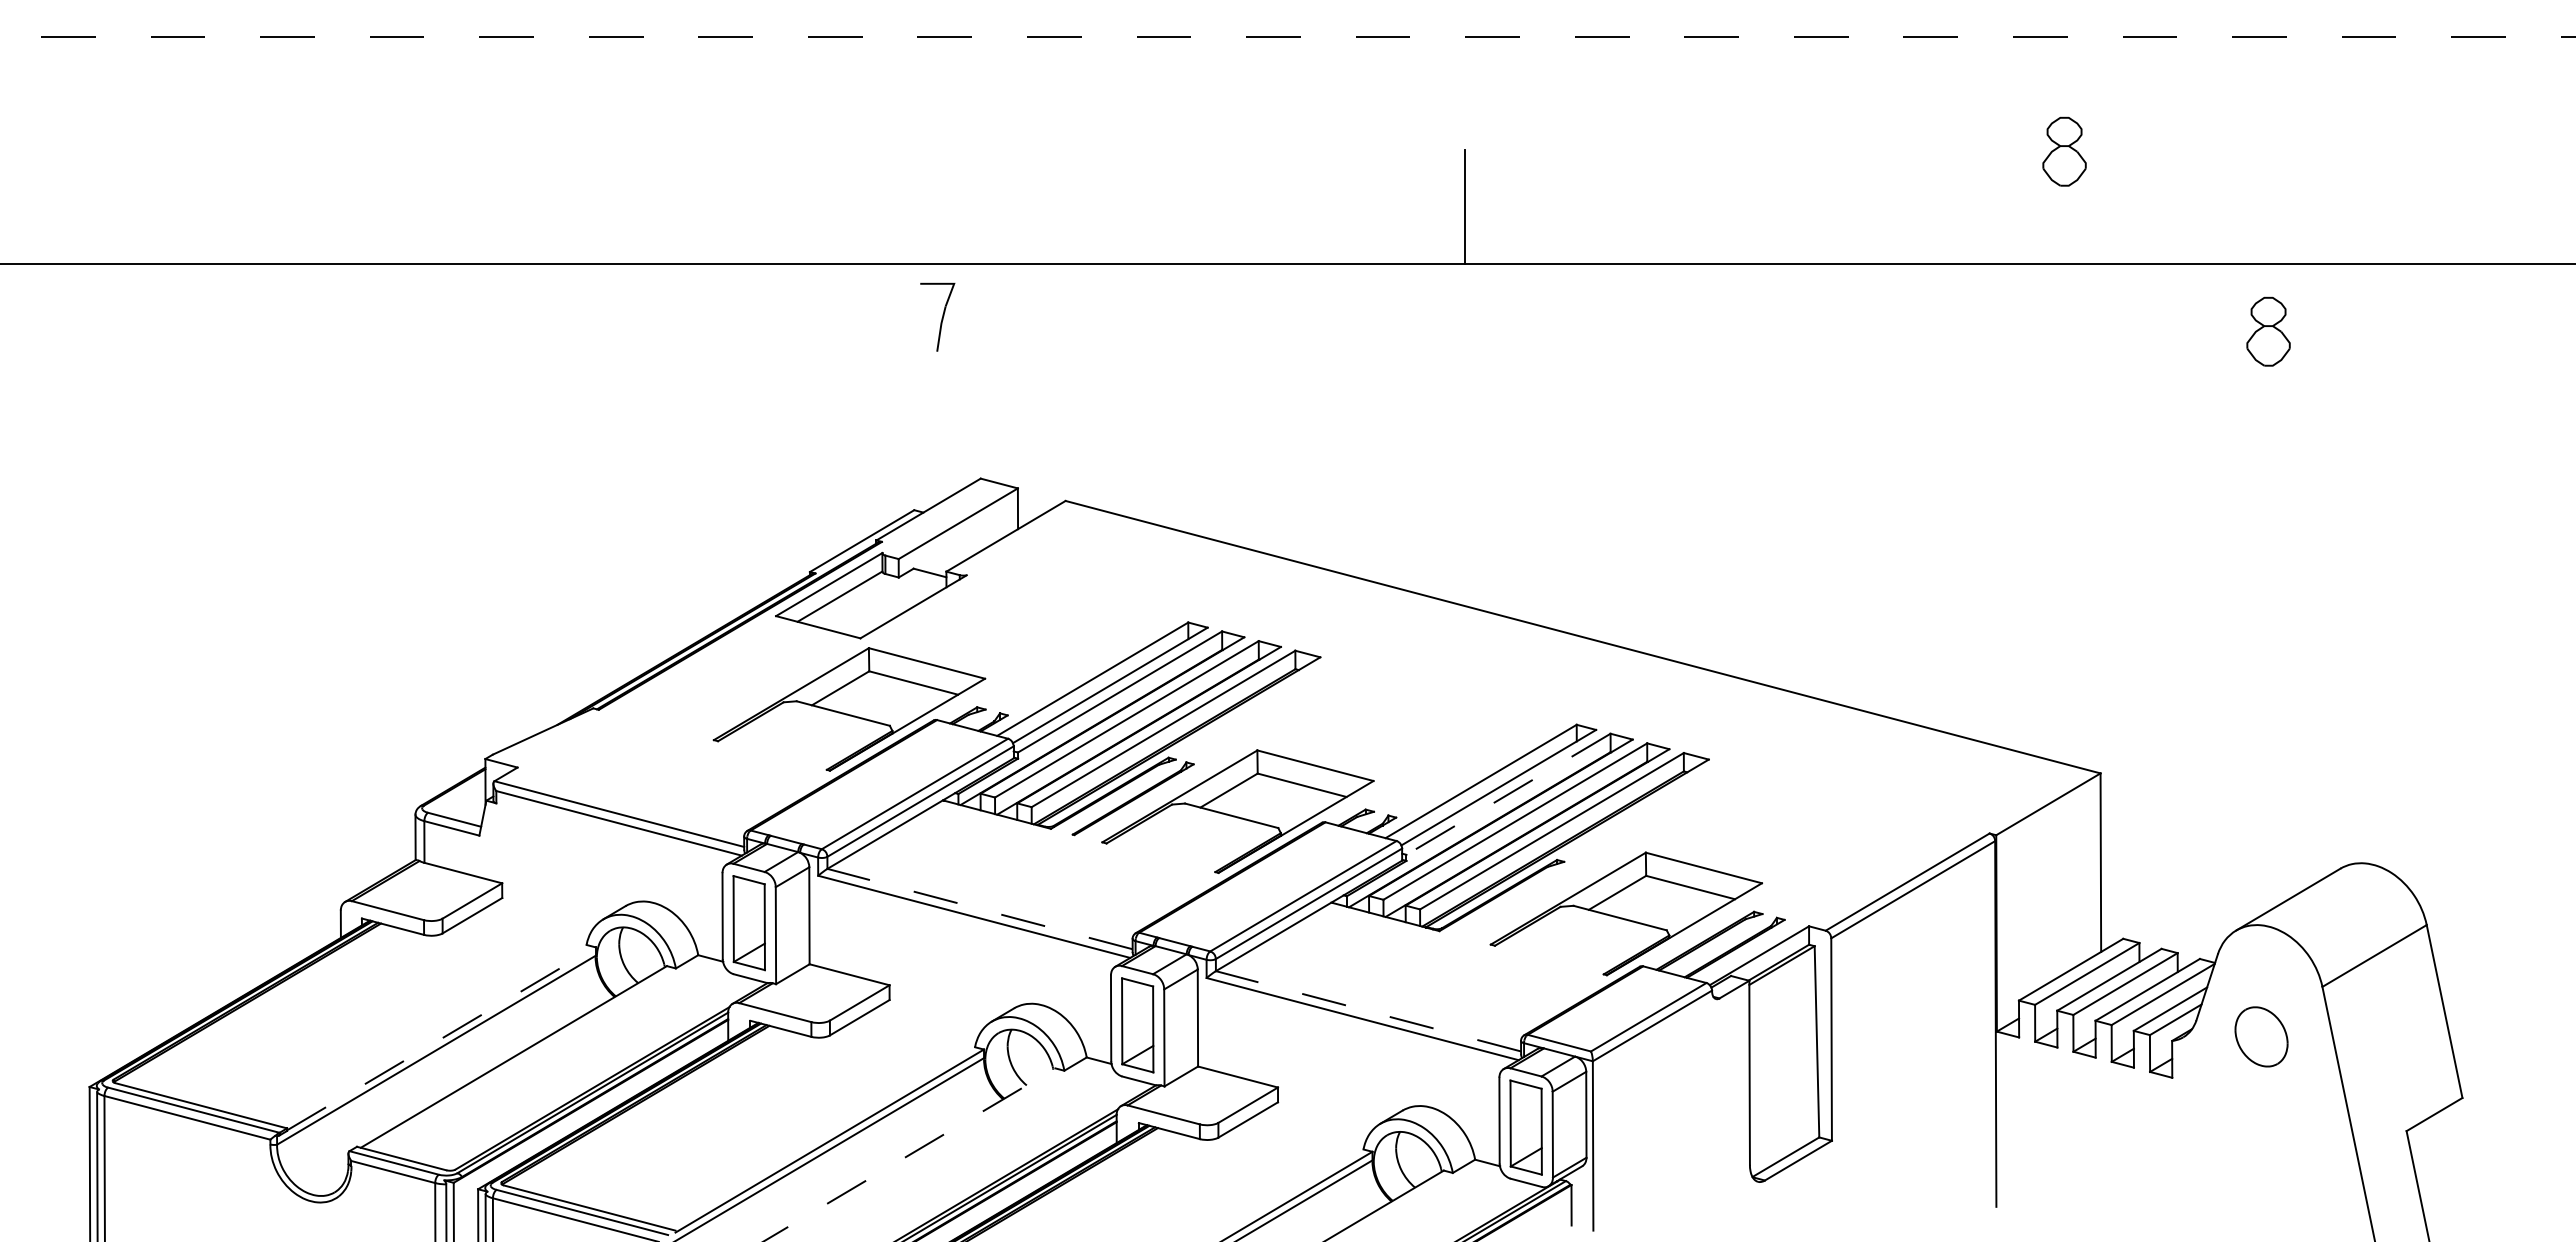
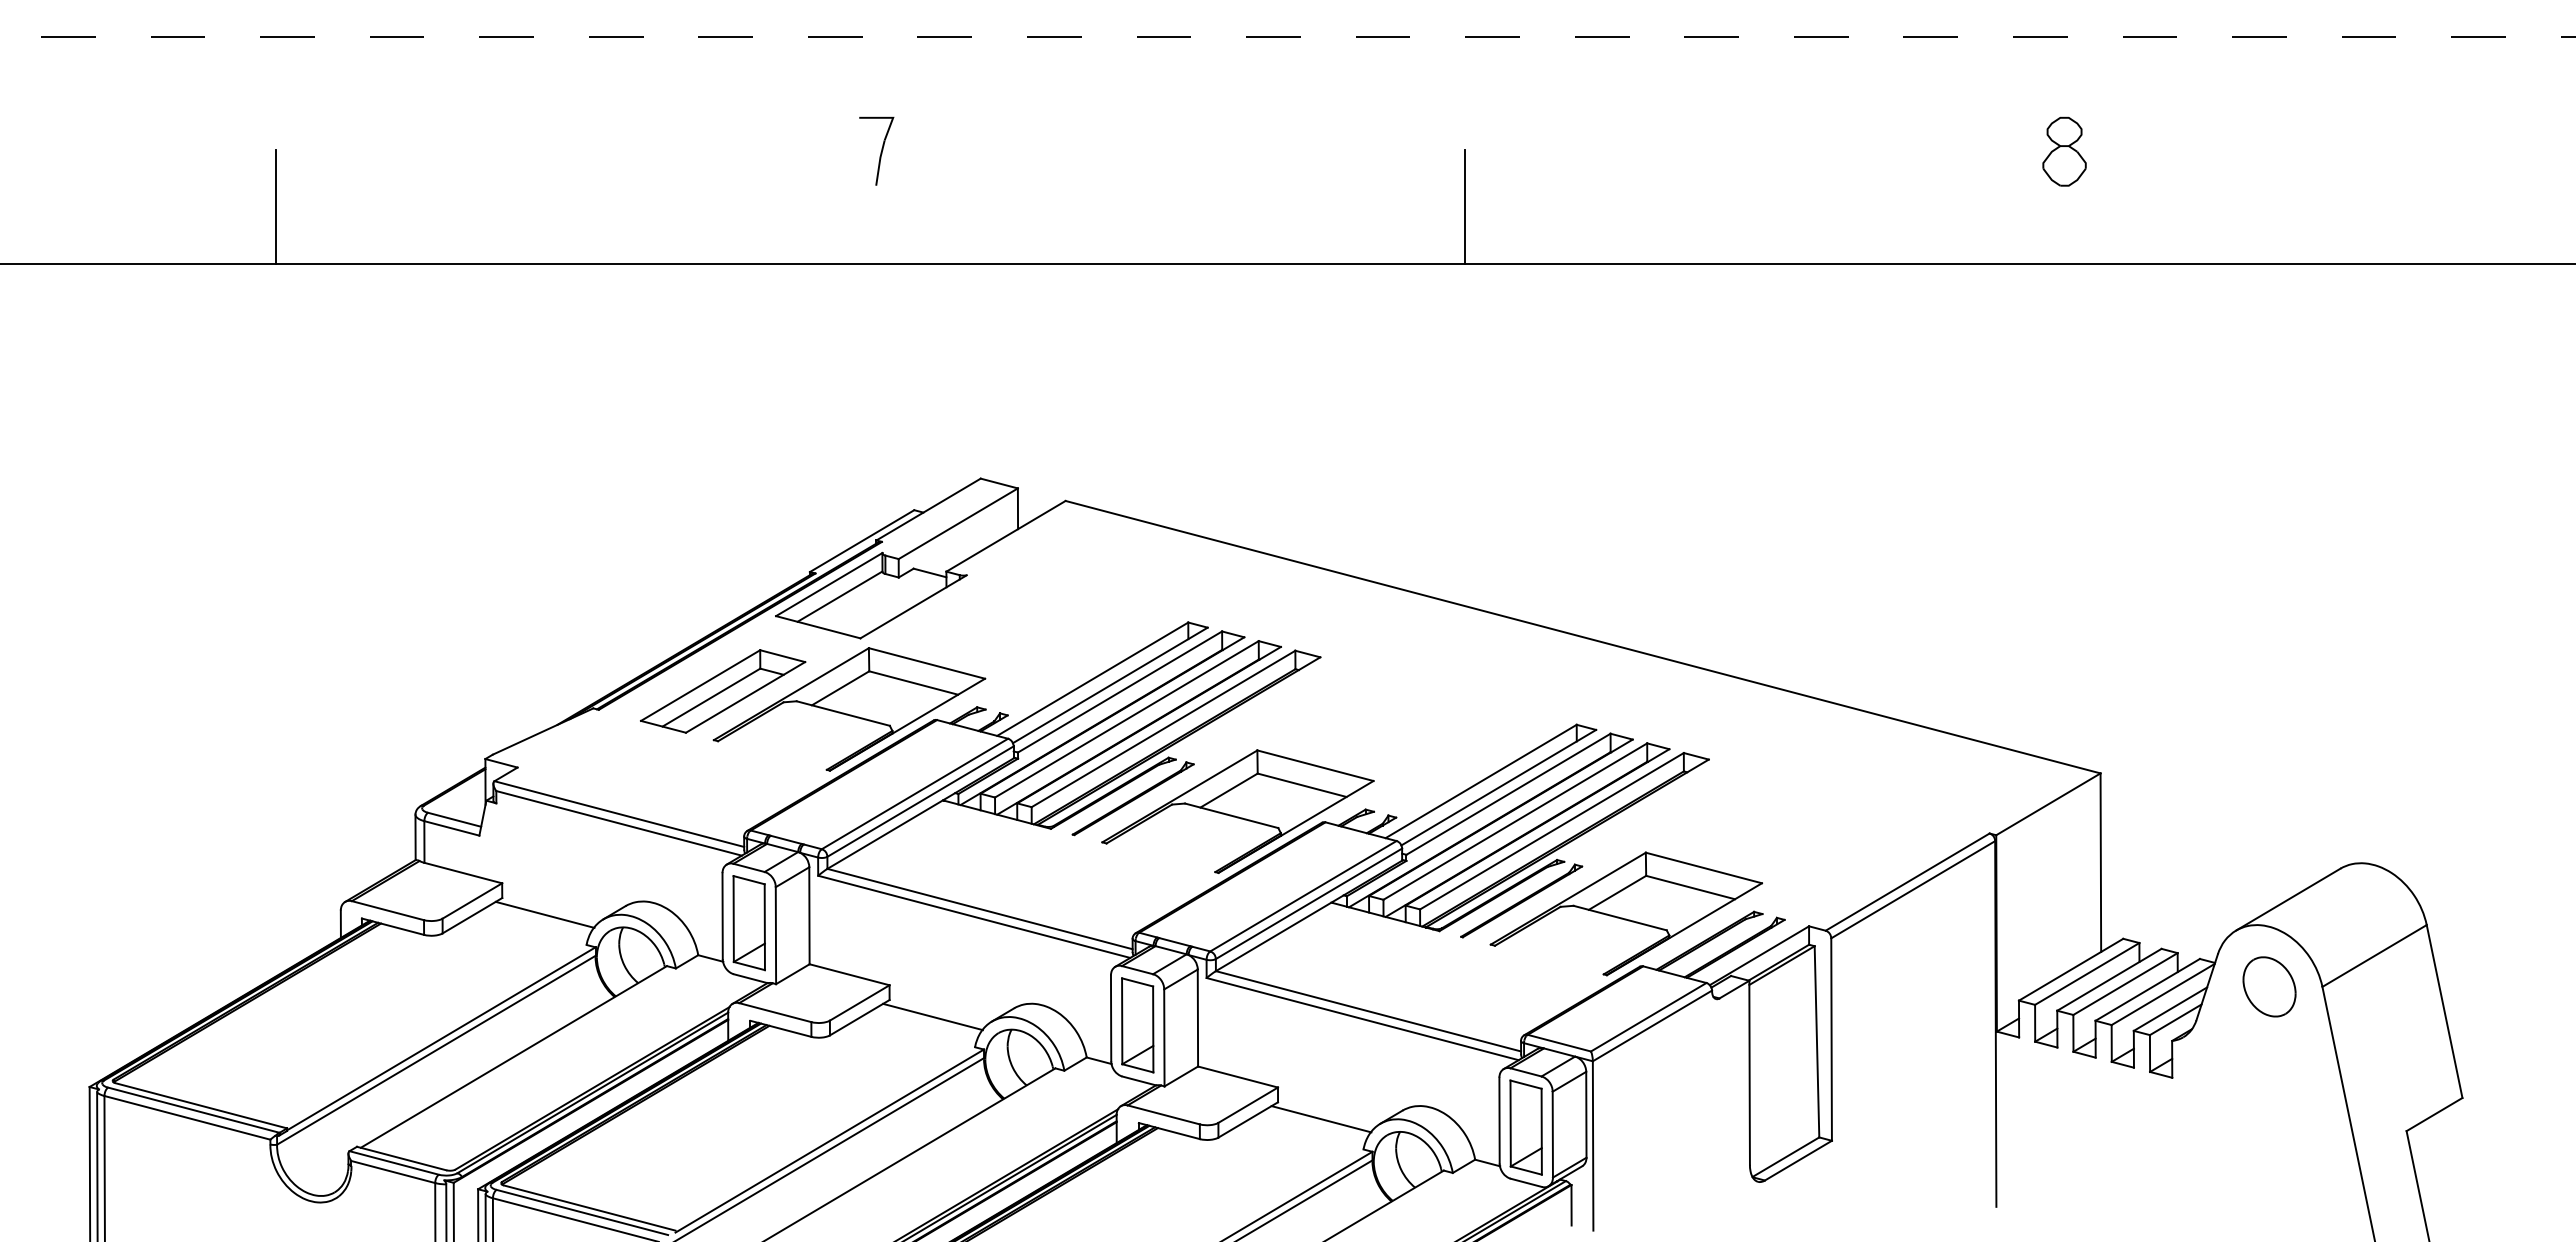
line at (276, 206): none -> present
part at (937, 316) position: (937, 316) -> (876, 150)
part at (2268, 331): present -> none
part at (723, 691): none -> present
line at (1508, 794): dashed -> solid
part at (1521, 900): none -> present
line at (980, 909): dashed -> solid
line at (544, 914): none -> present
line at (1368, 1011): dashed -> solid
line at (932, 1016): none -> present
part at (2261, 1036) position: (2261, 1036) -> (2269, 986)
line at (441, 1038): dashed -> solid
line at (1321, 1119): none -> present
line at (909, 1155): dashed -> solid
